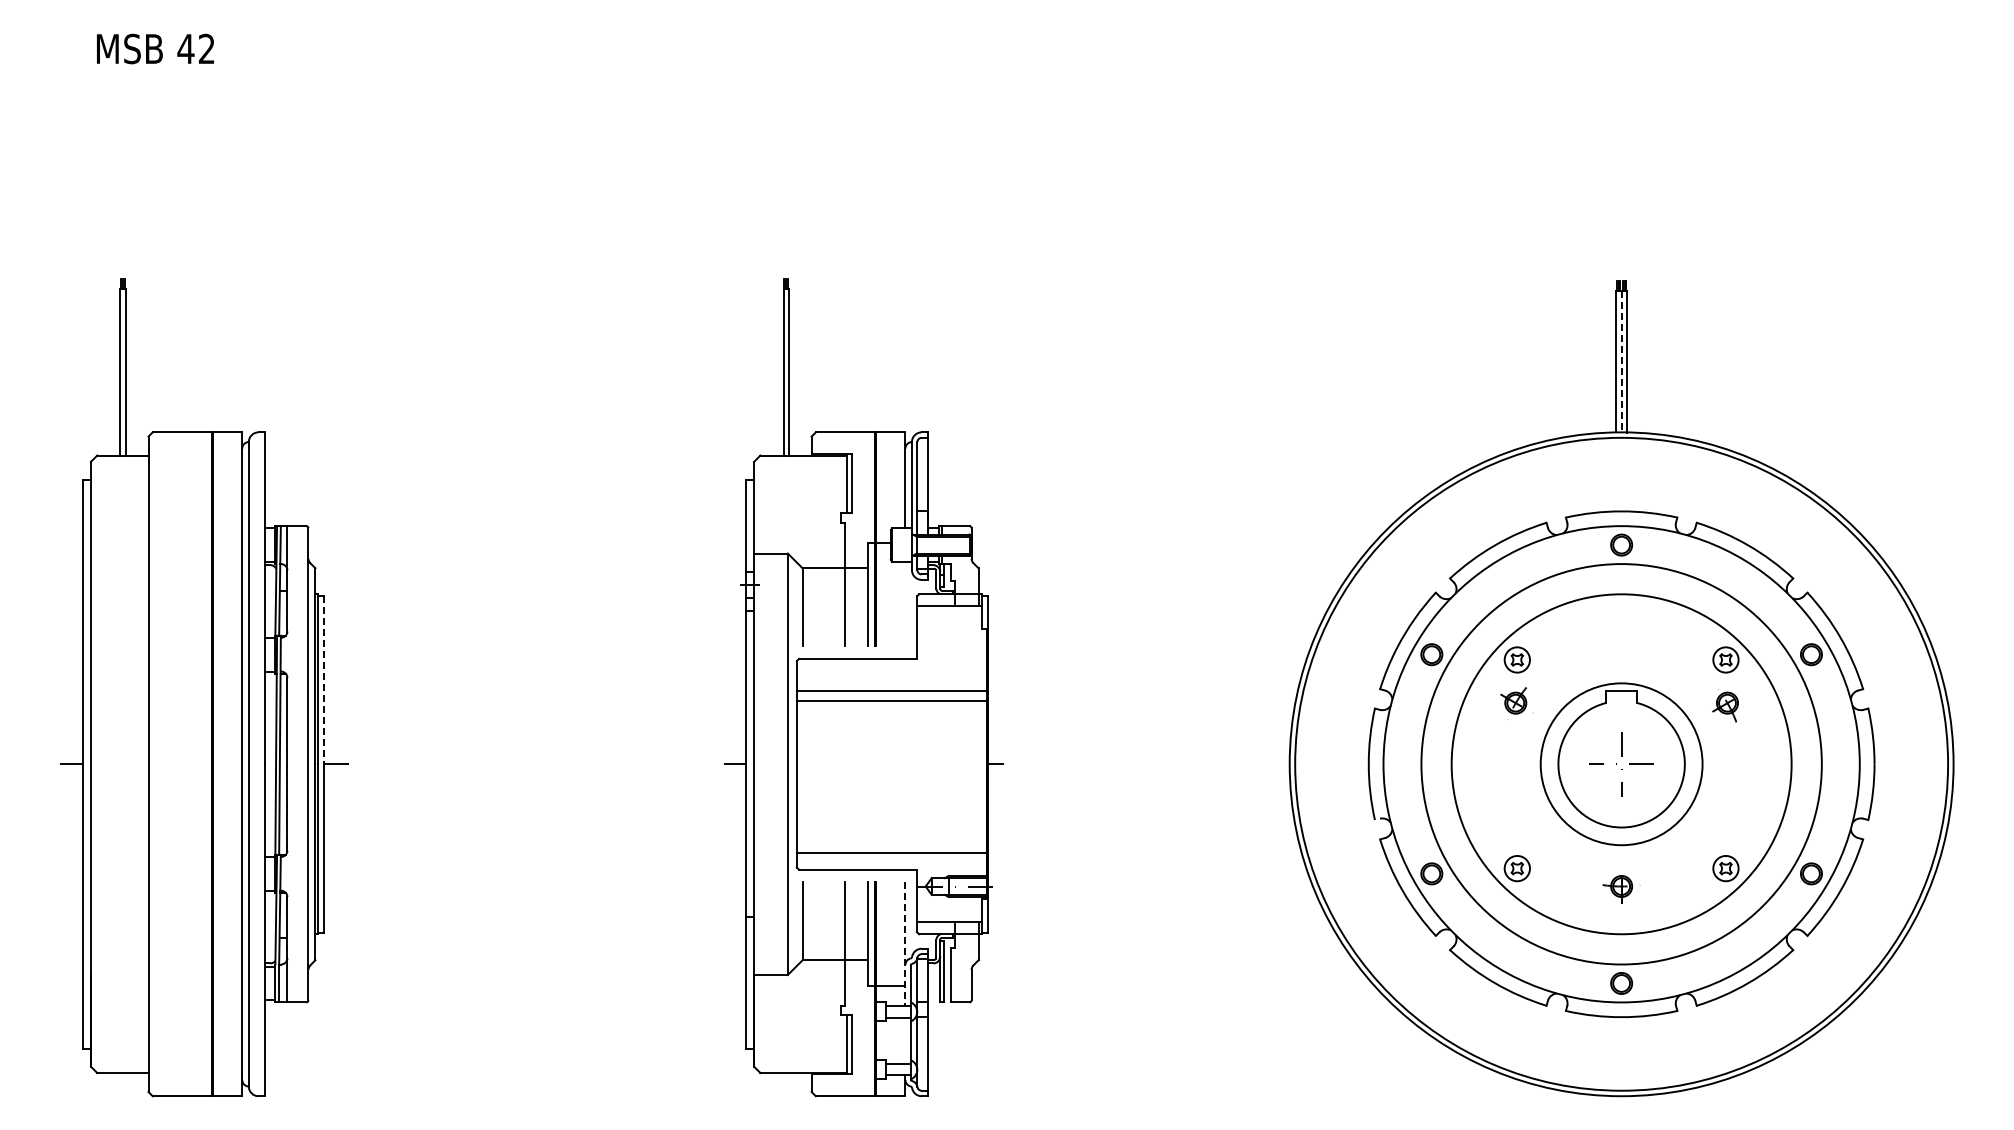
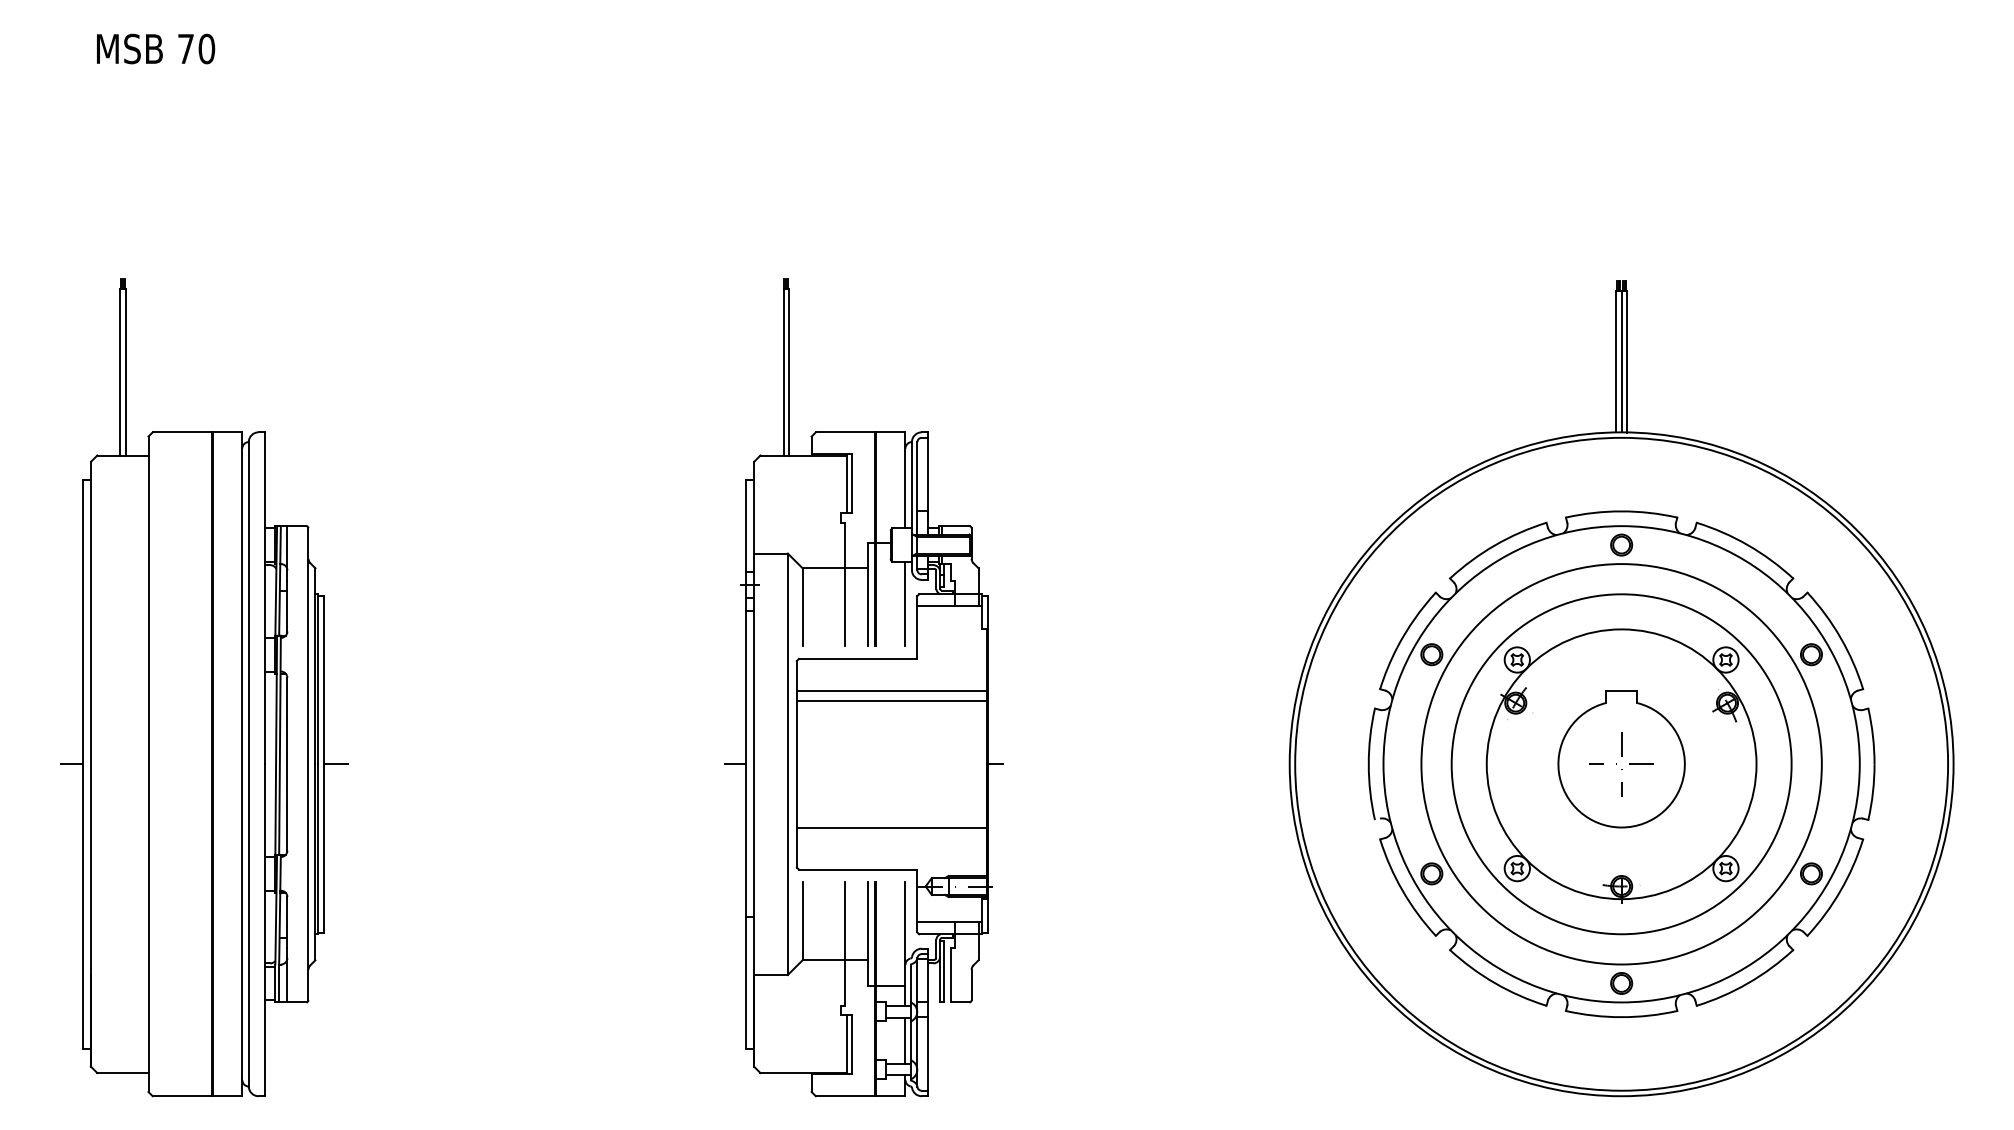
text at (196, 48): 42 -> 70
line at (1621, 362): dashed -> solid
line at (905, 603): none -> present
line at (324, 680): dashed -> solid
circle at (1621, 764) diameter: 162 px -> 270 px
line at (891, 852) position: (891, 852) -> (891, 827)
line at (905, 944): dashed -> solid
line at (905, 1040): none -> present
